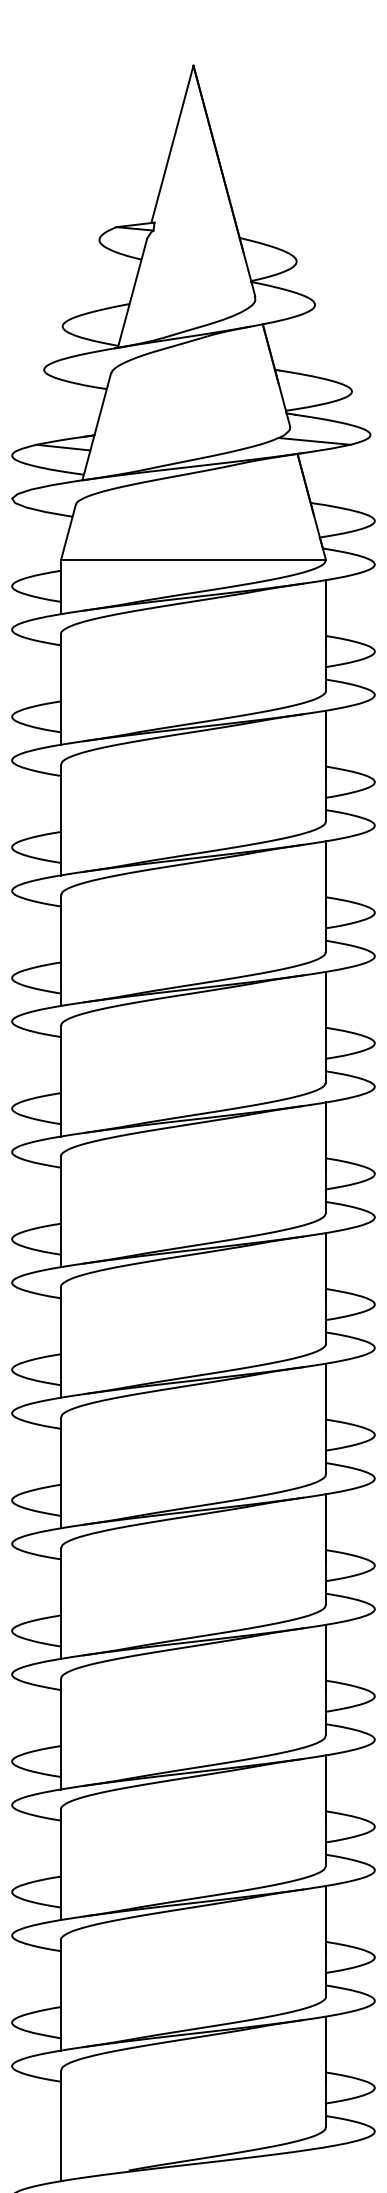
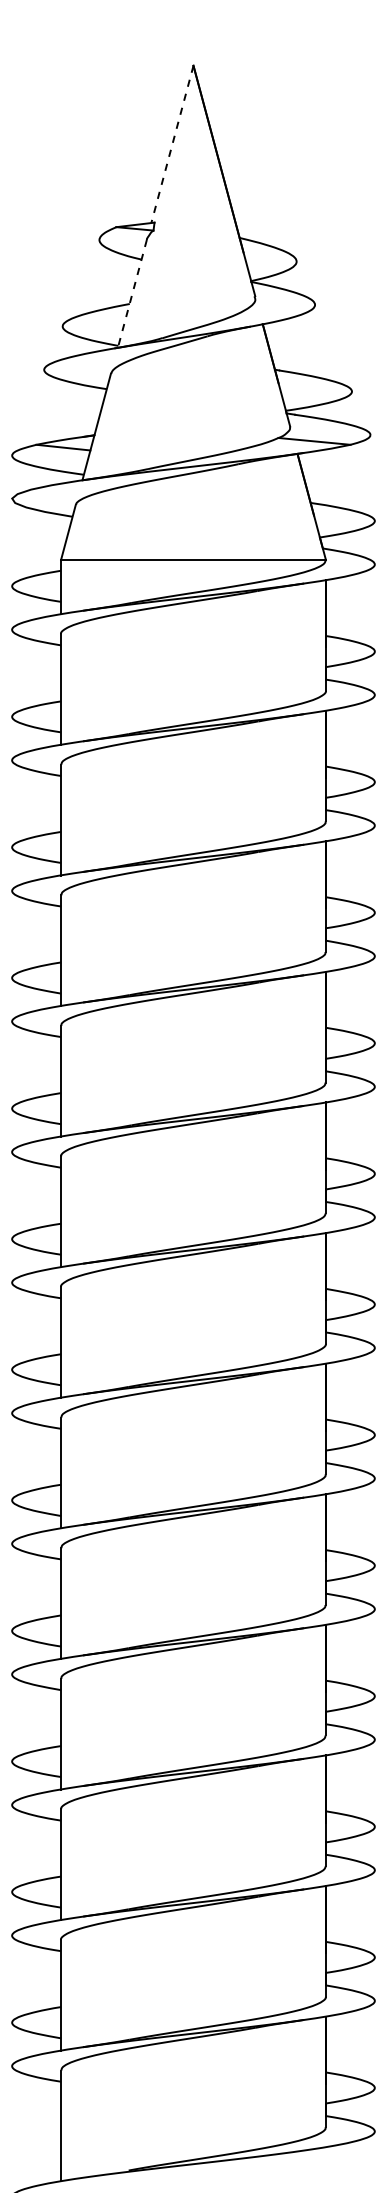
line at (172, 144): solid -> dashed
line at (132, 293): solid -> dashed
